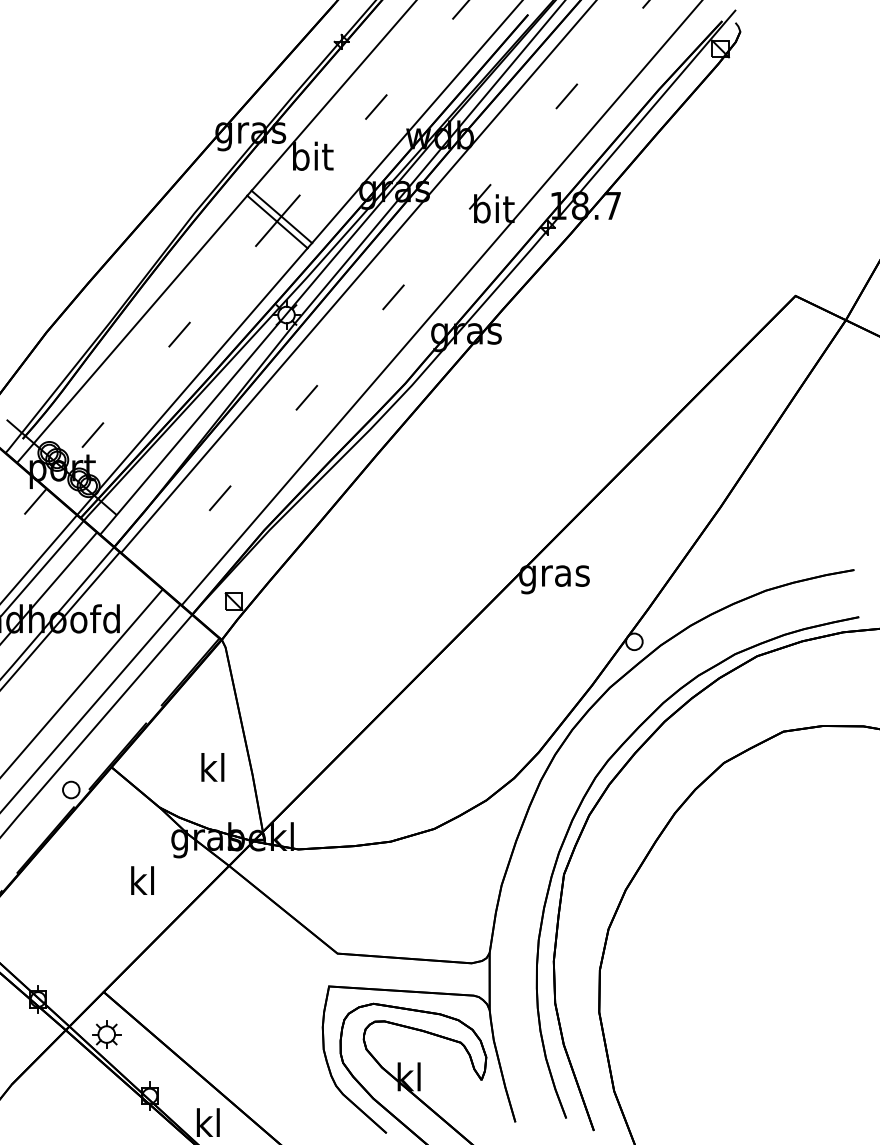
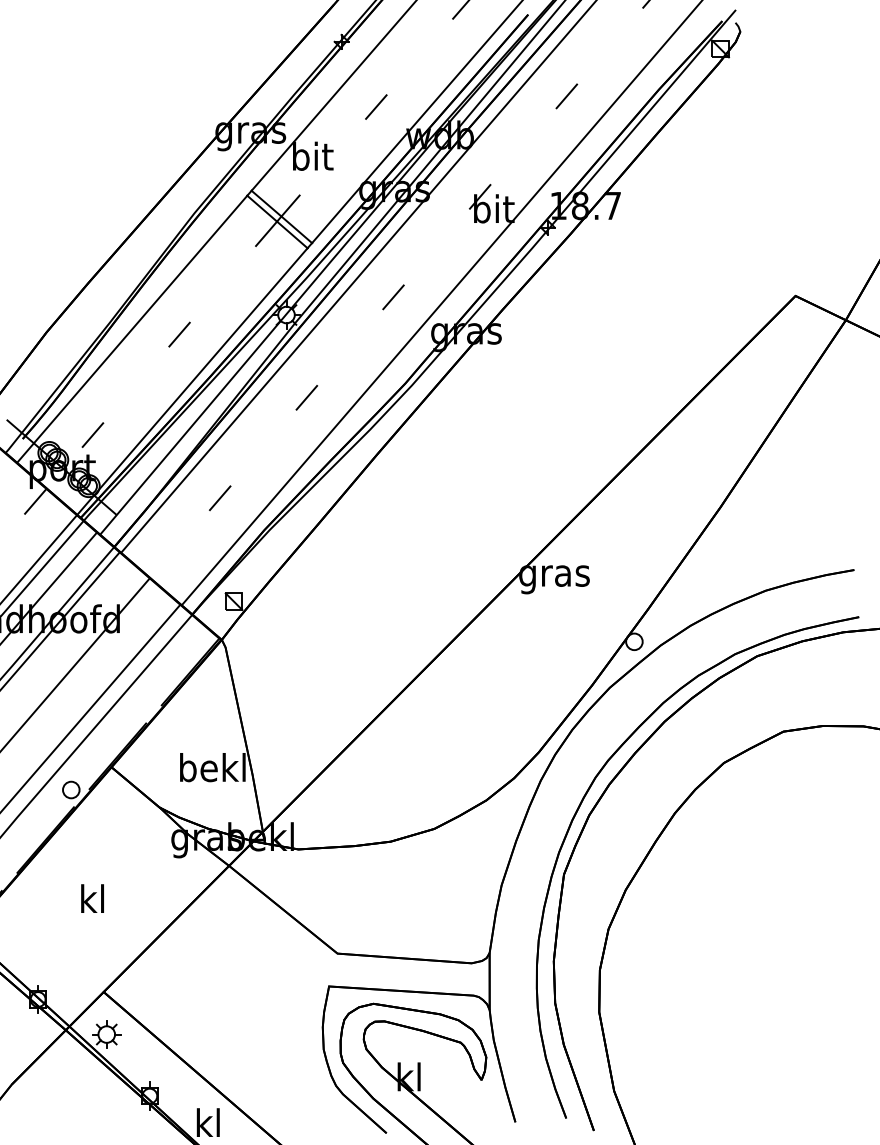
line at (82, 682) position: (82, 682) -> (75, 663)
text at (212, 767): kl -> bekl
text at (142, 880) position: (142, 880) -> (92, 898)
